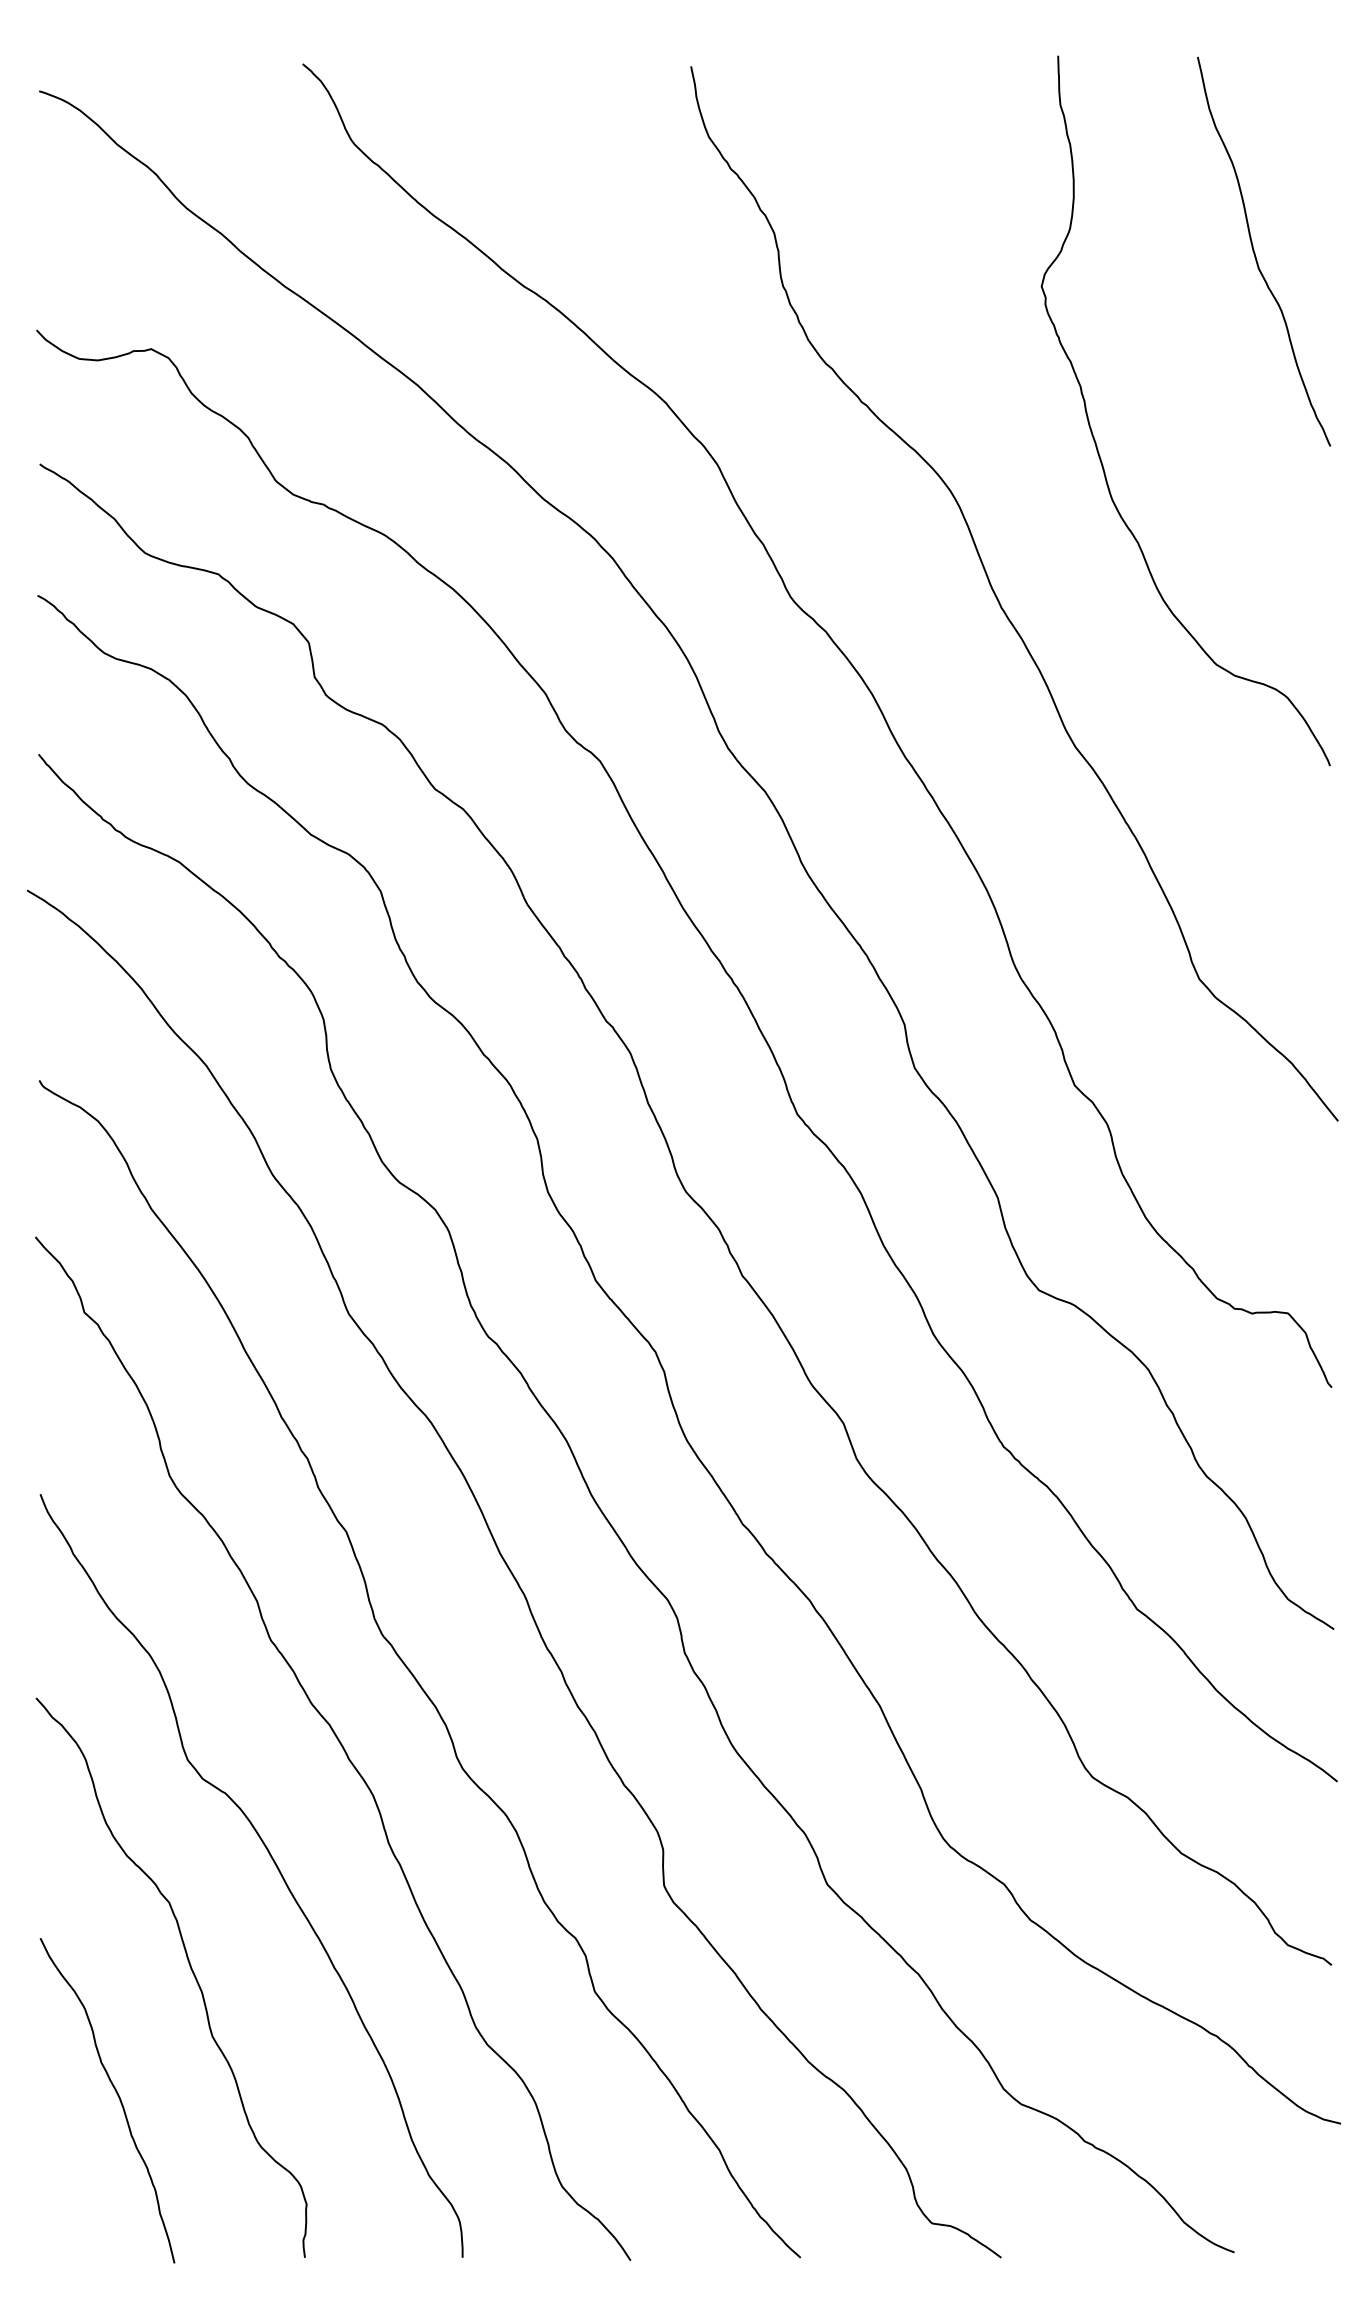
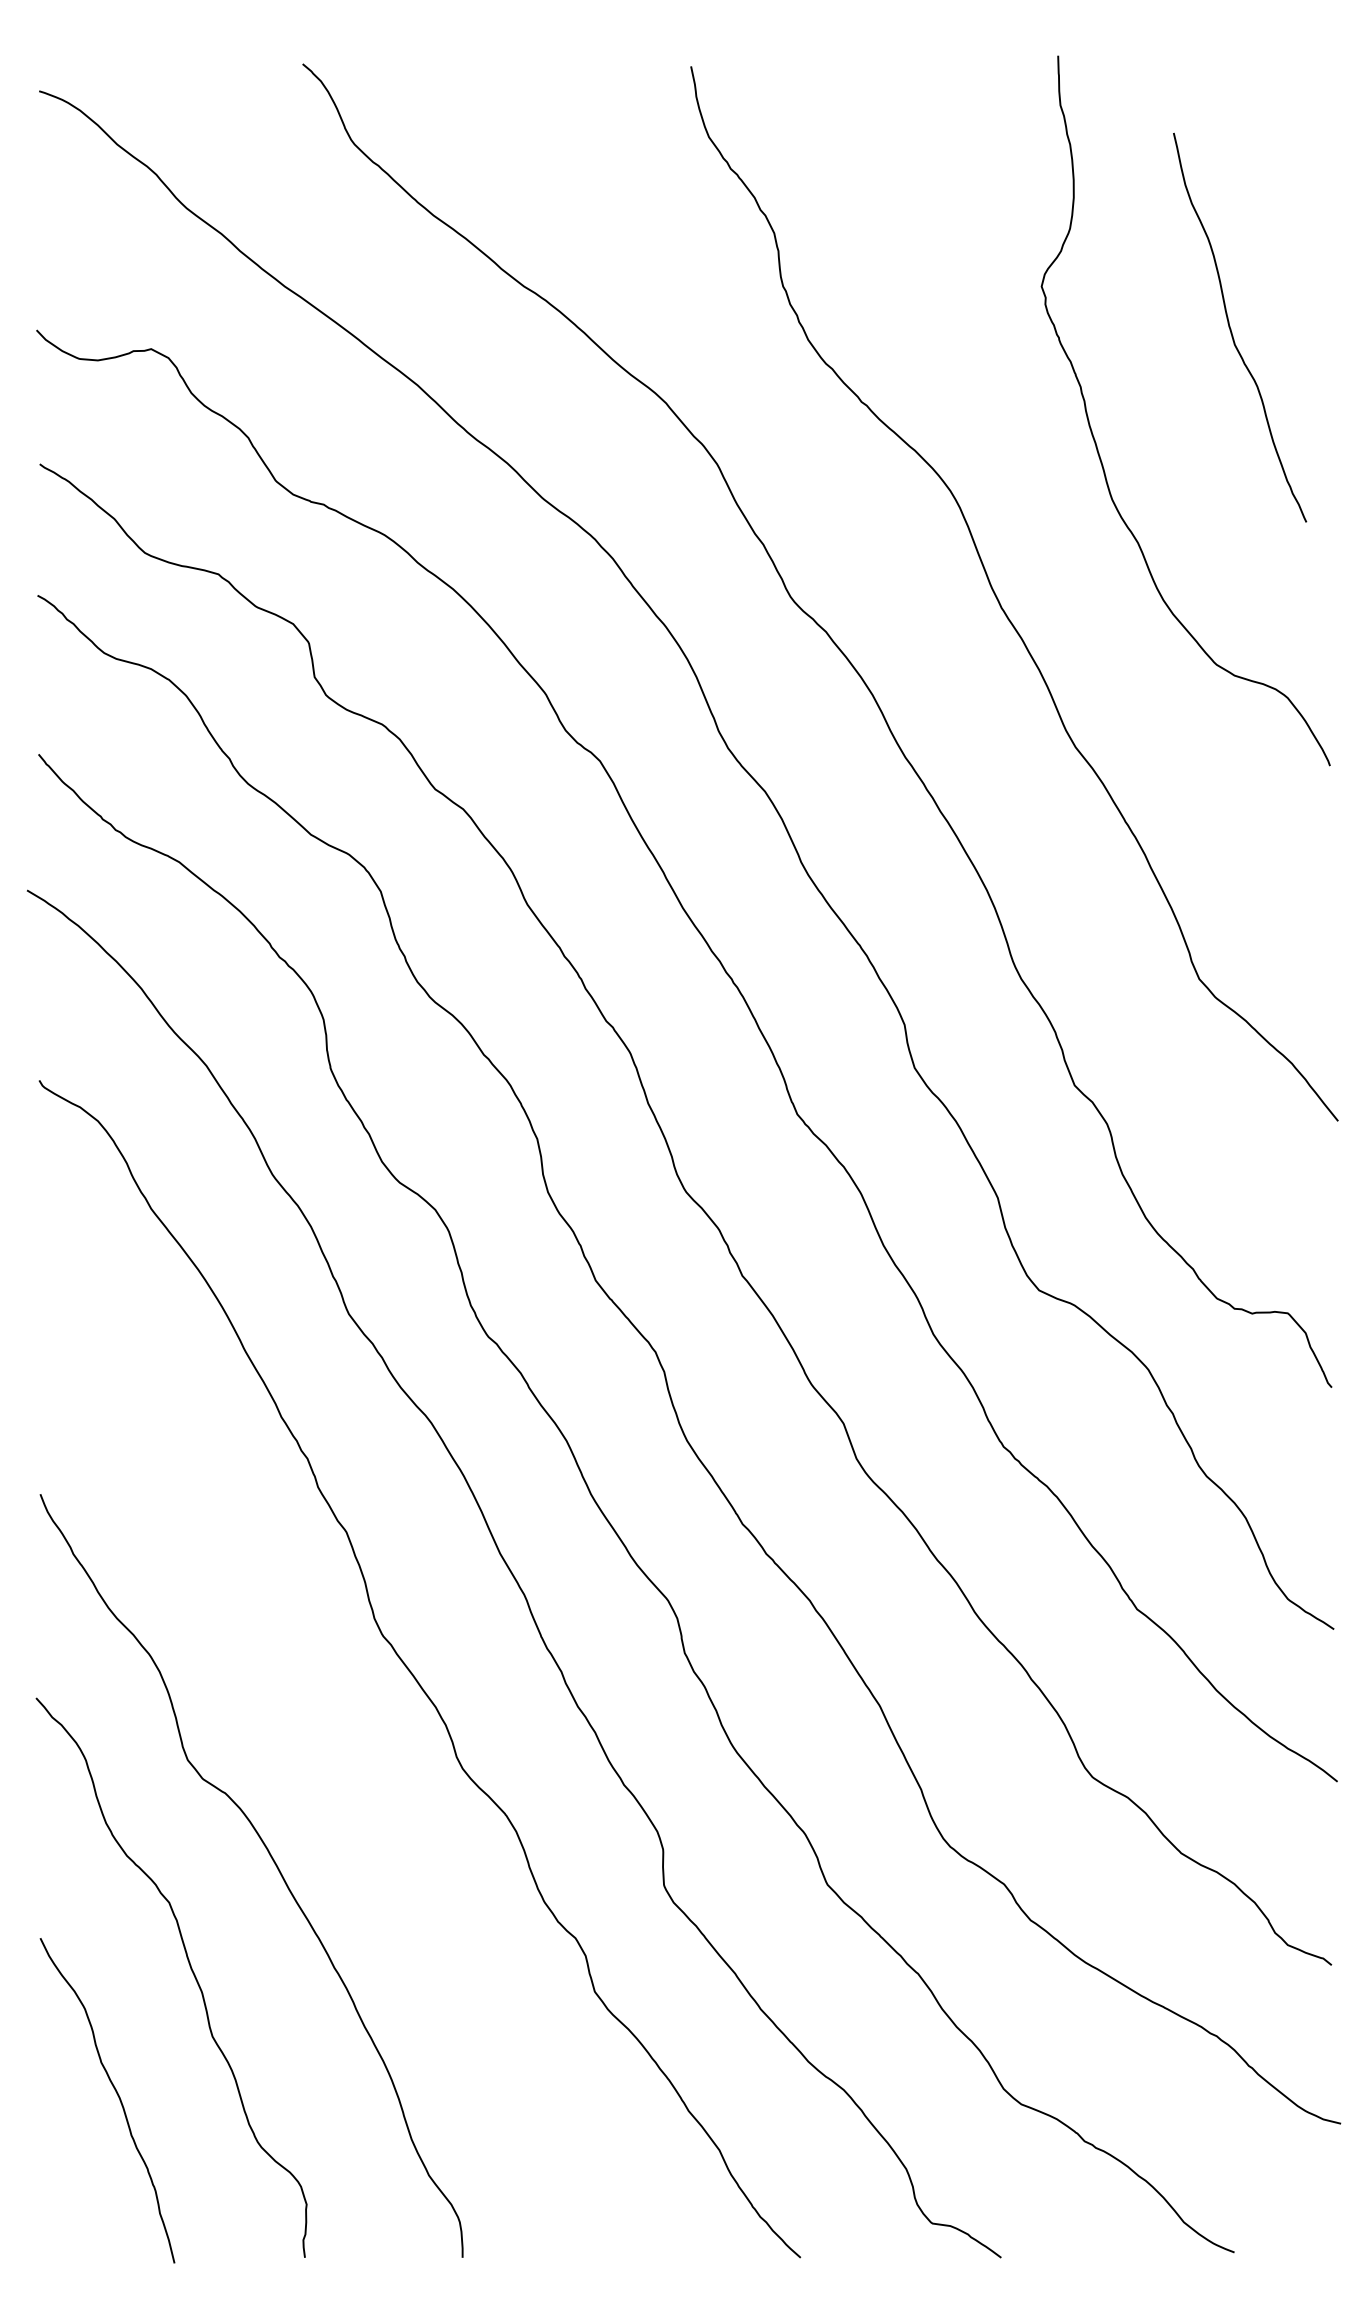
curve at (1255, 252) position: (1255, 252) -> (1231, 328)
curve at (340, 1745): present -> none
